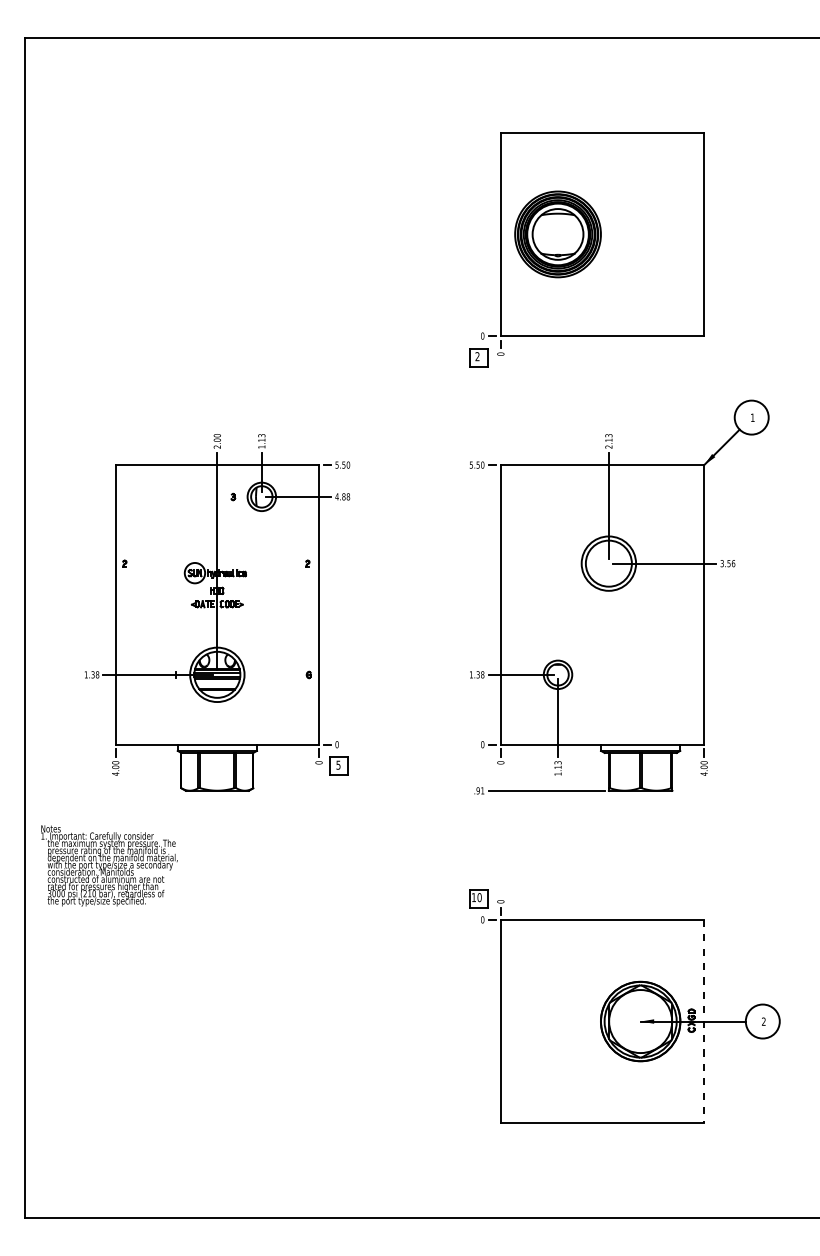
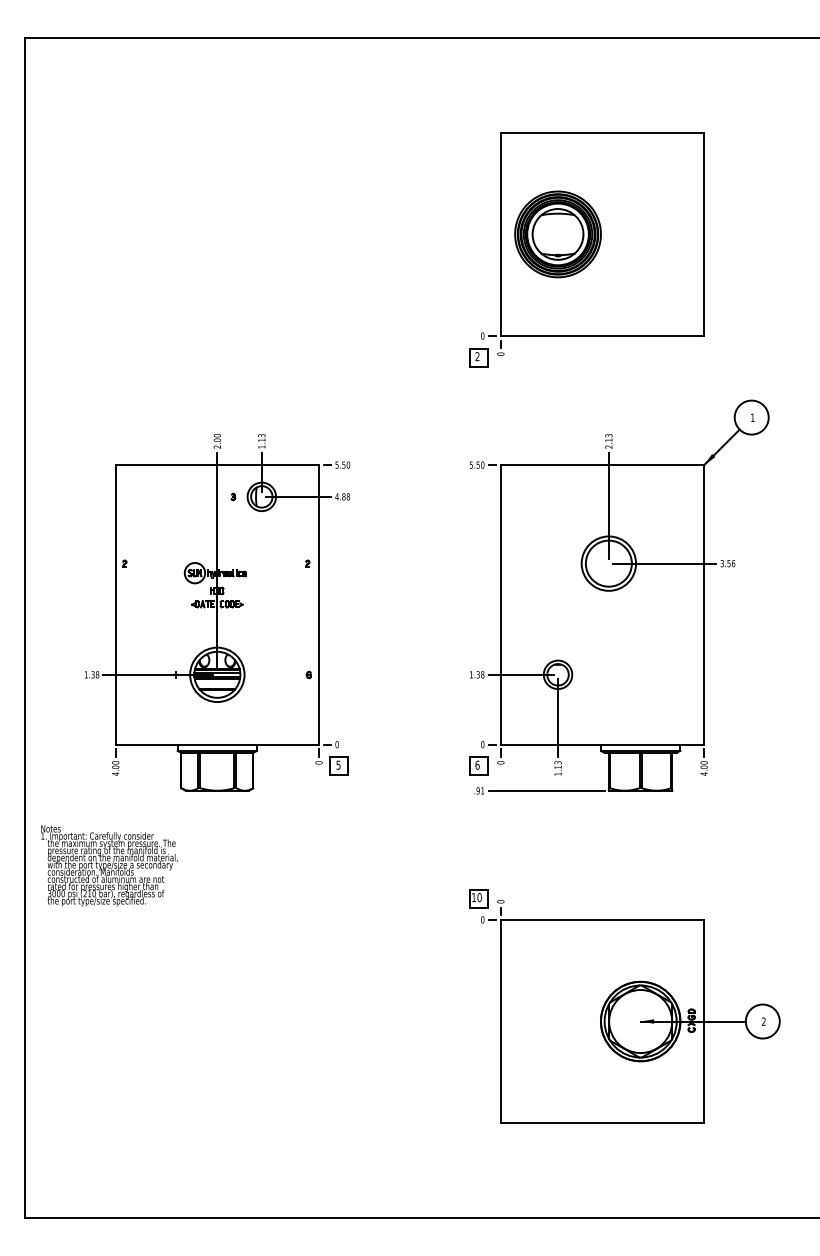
part at (478, 765): none -> present
line at (704, 1021): dashed -> solid
